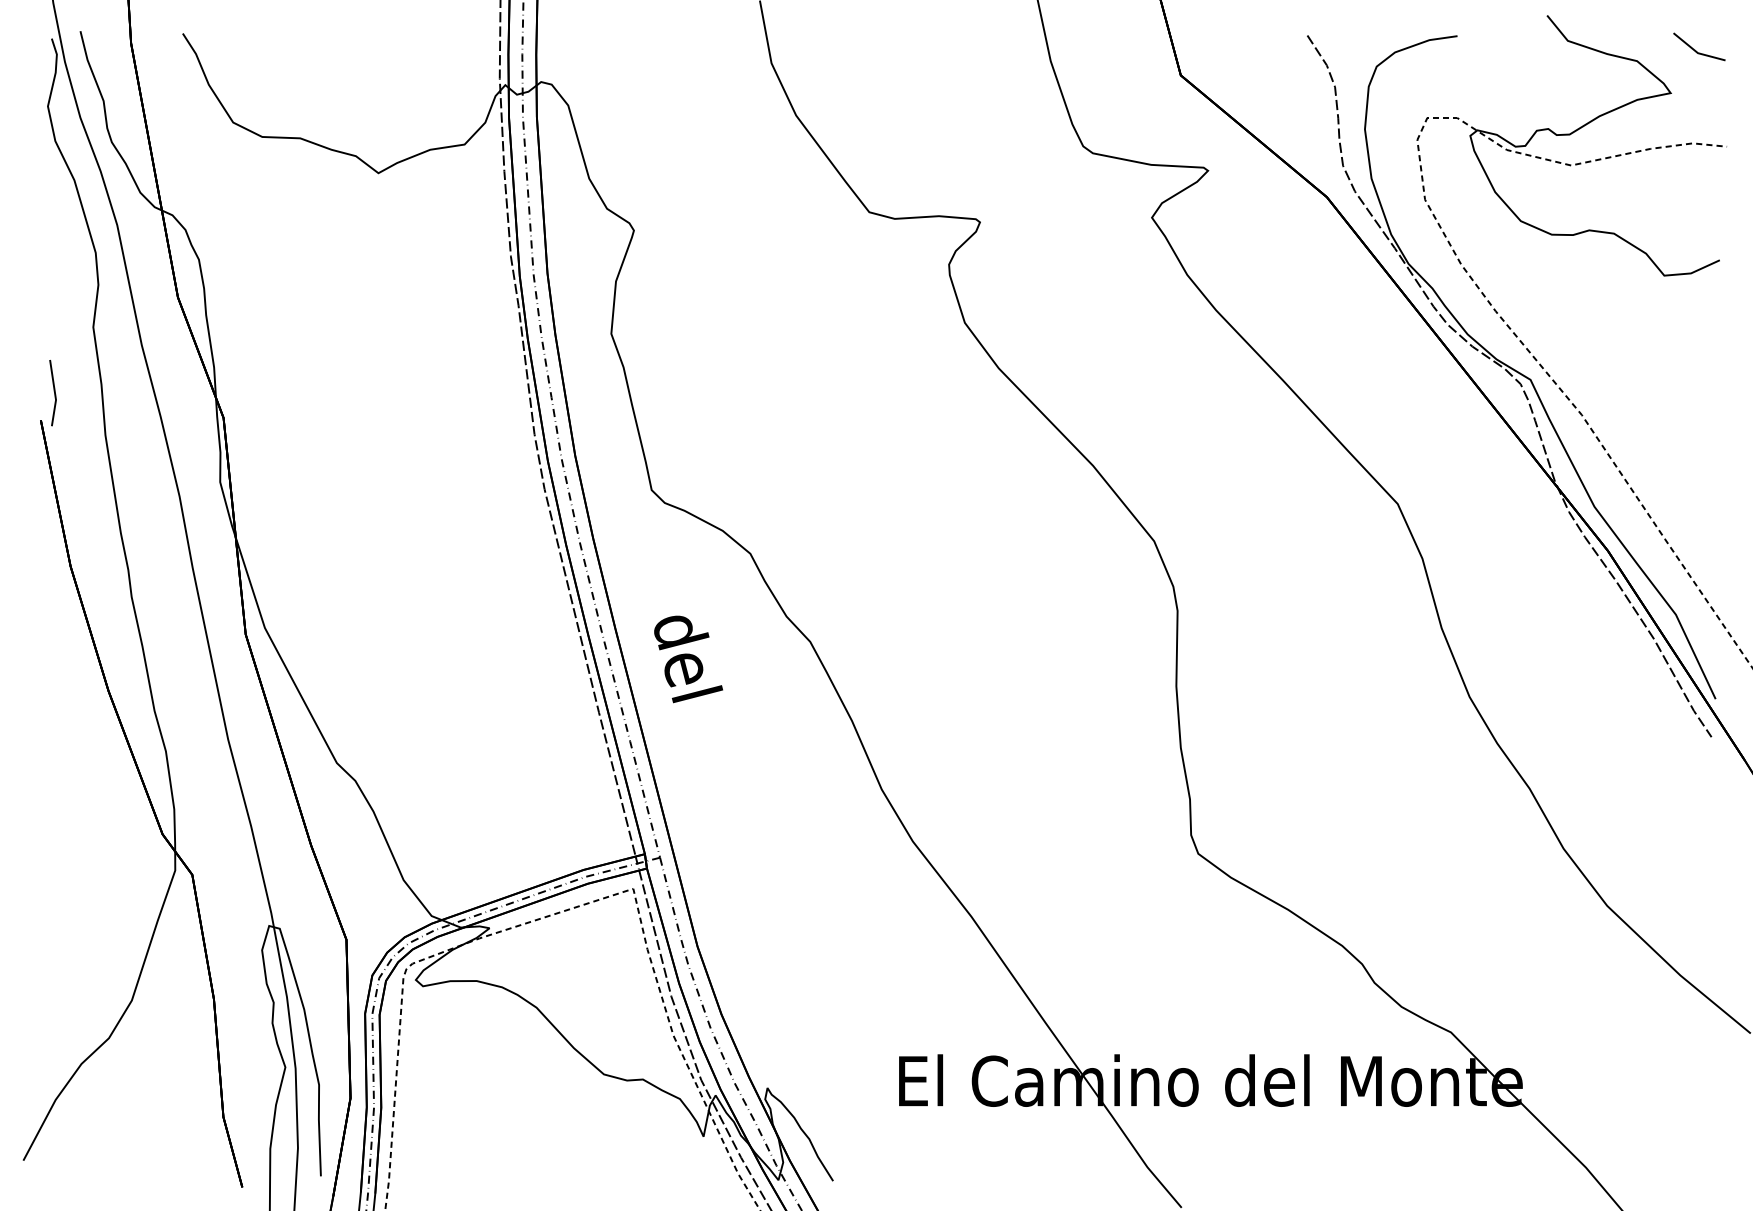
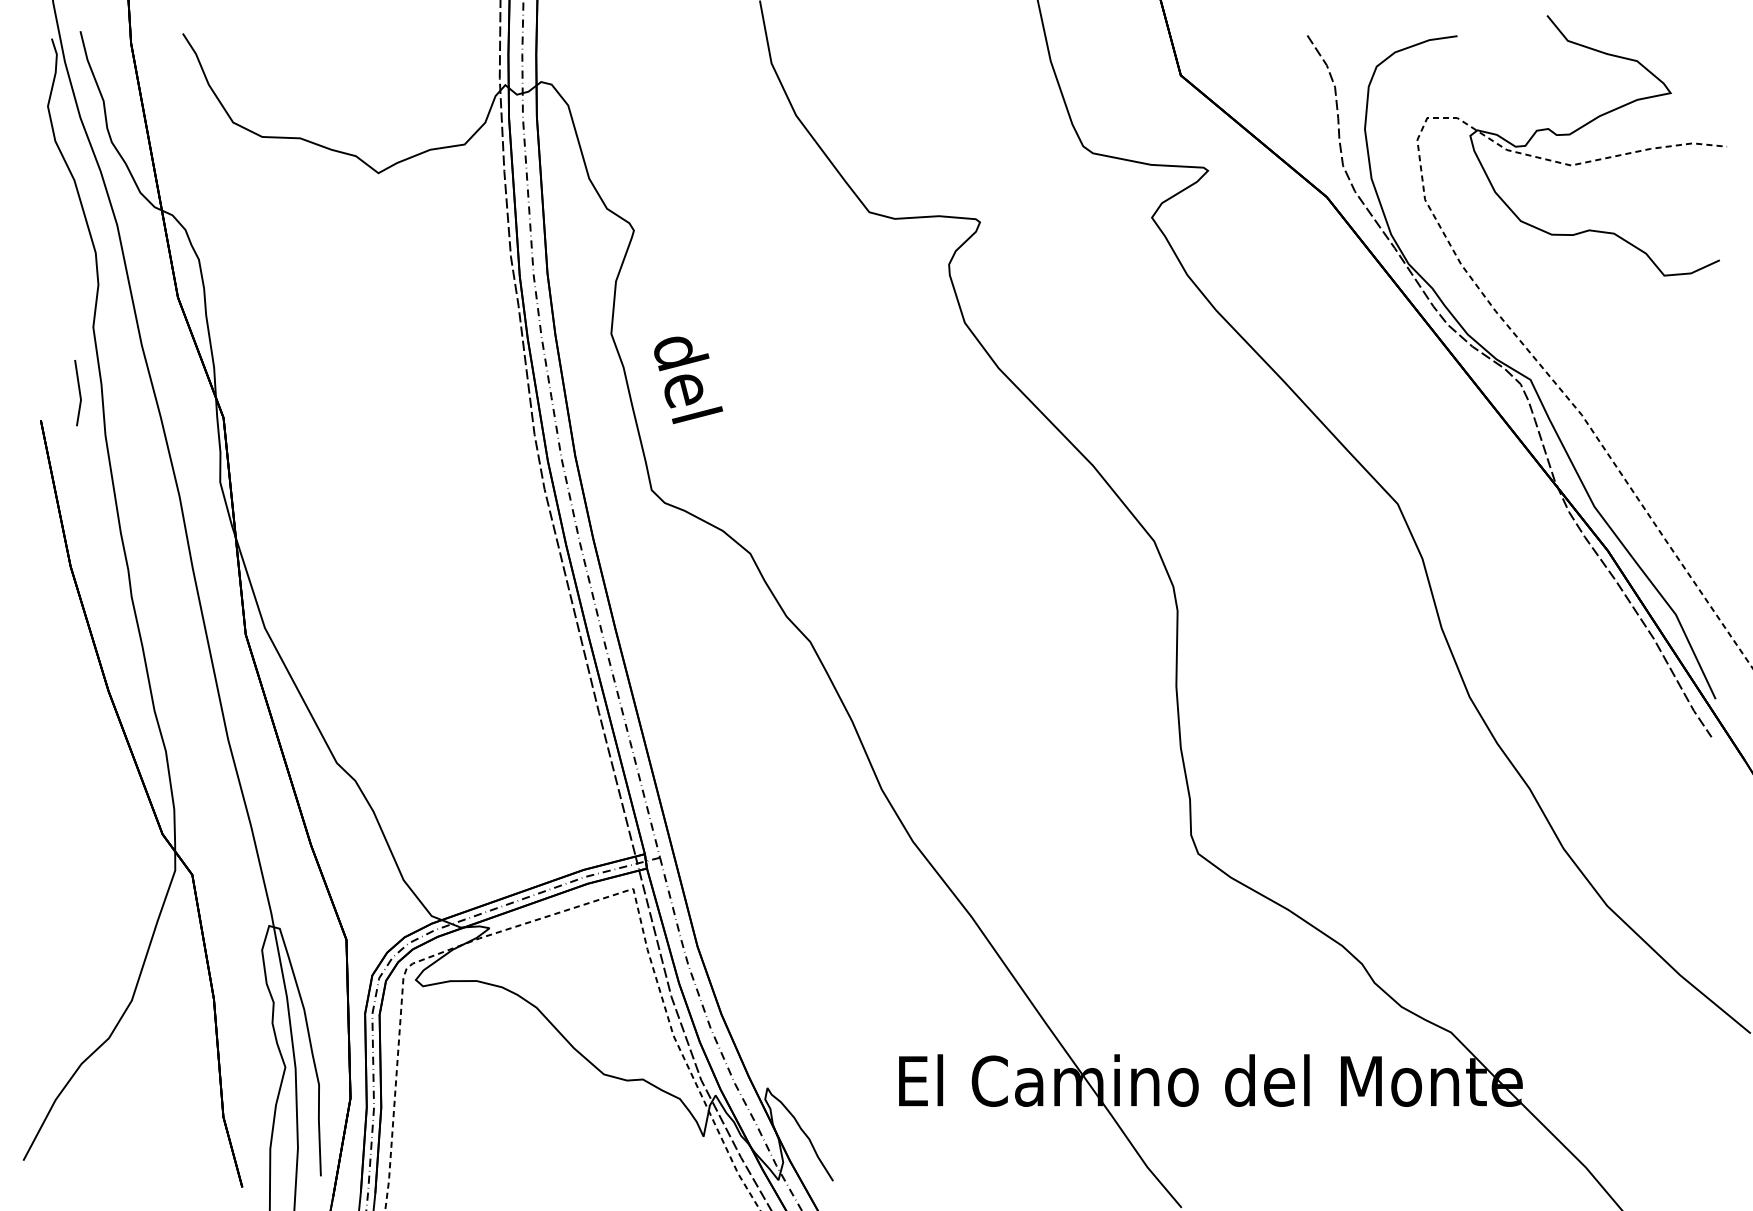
line at (1695, 49): present -> none
line at (54, 393) position: (54, 393) -> (79, 393)
text at (688, 659) position: (688, 659) -> (688, 380)
